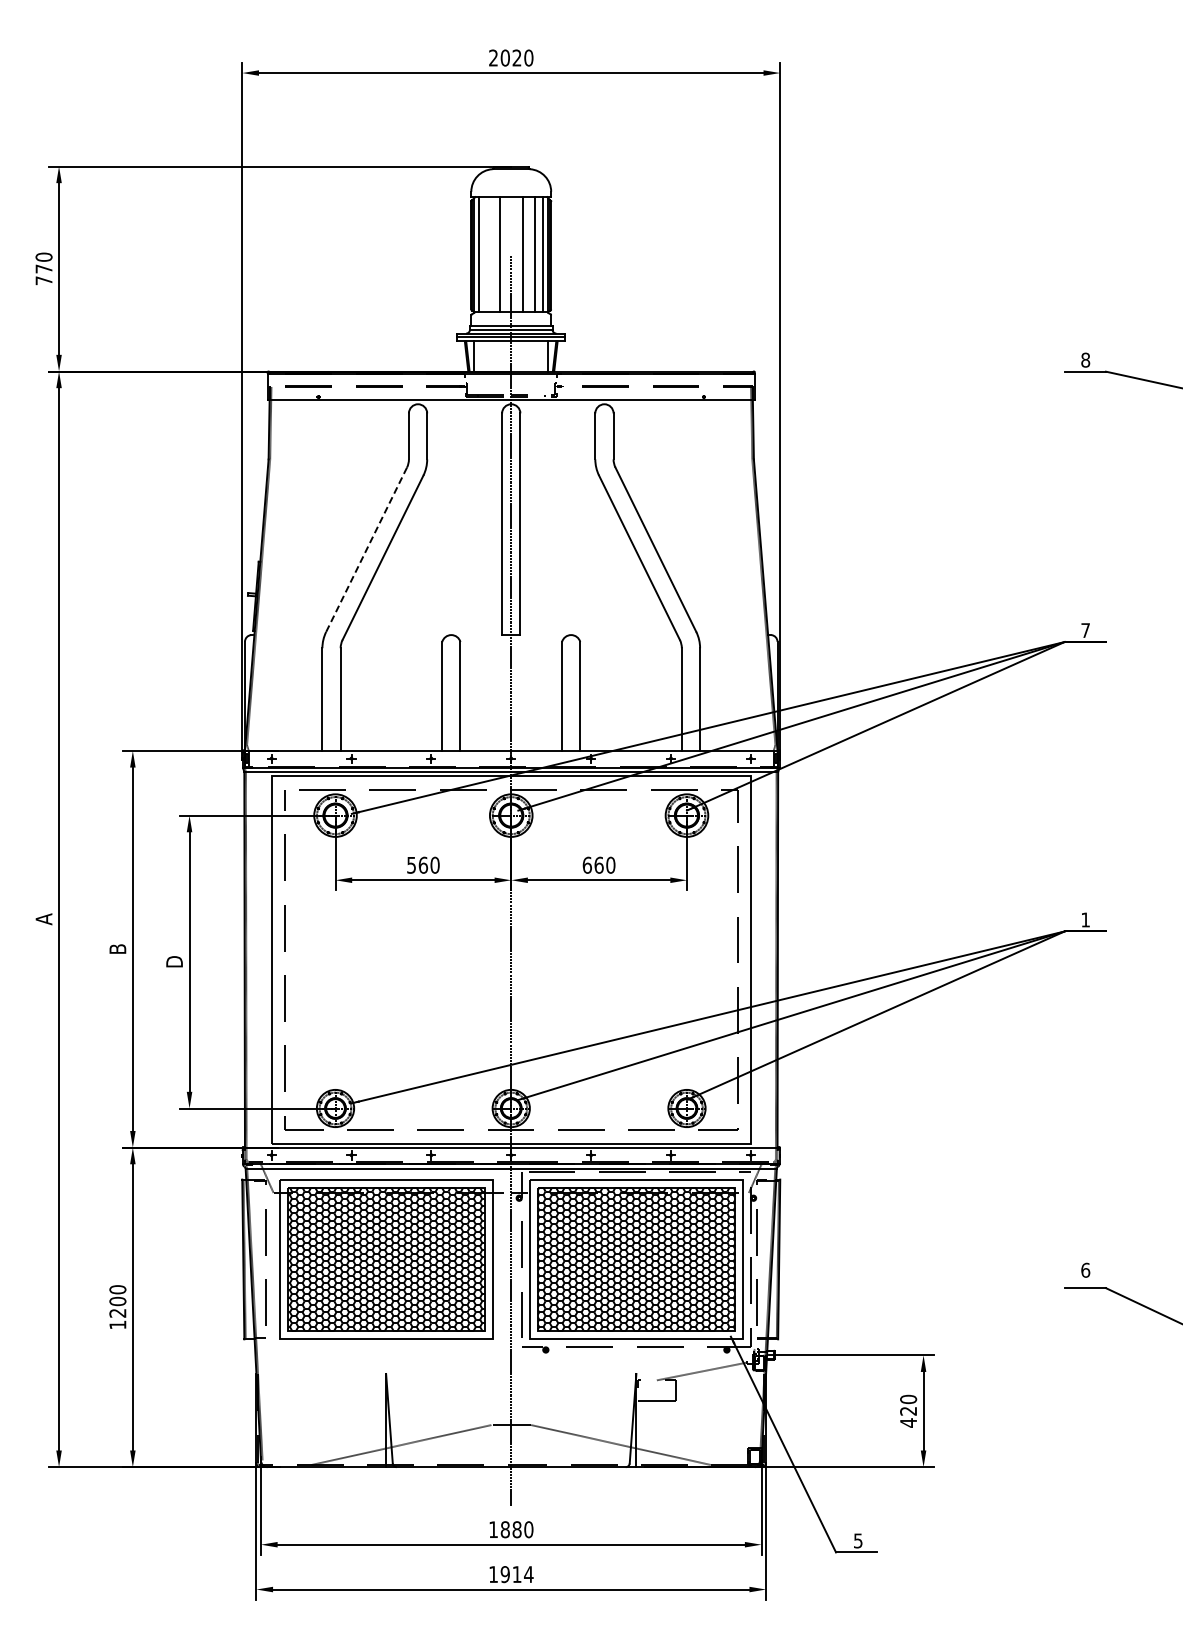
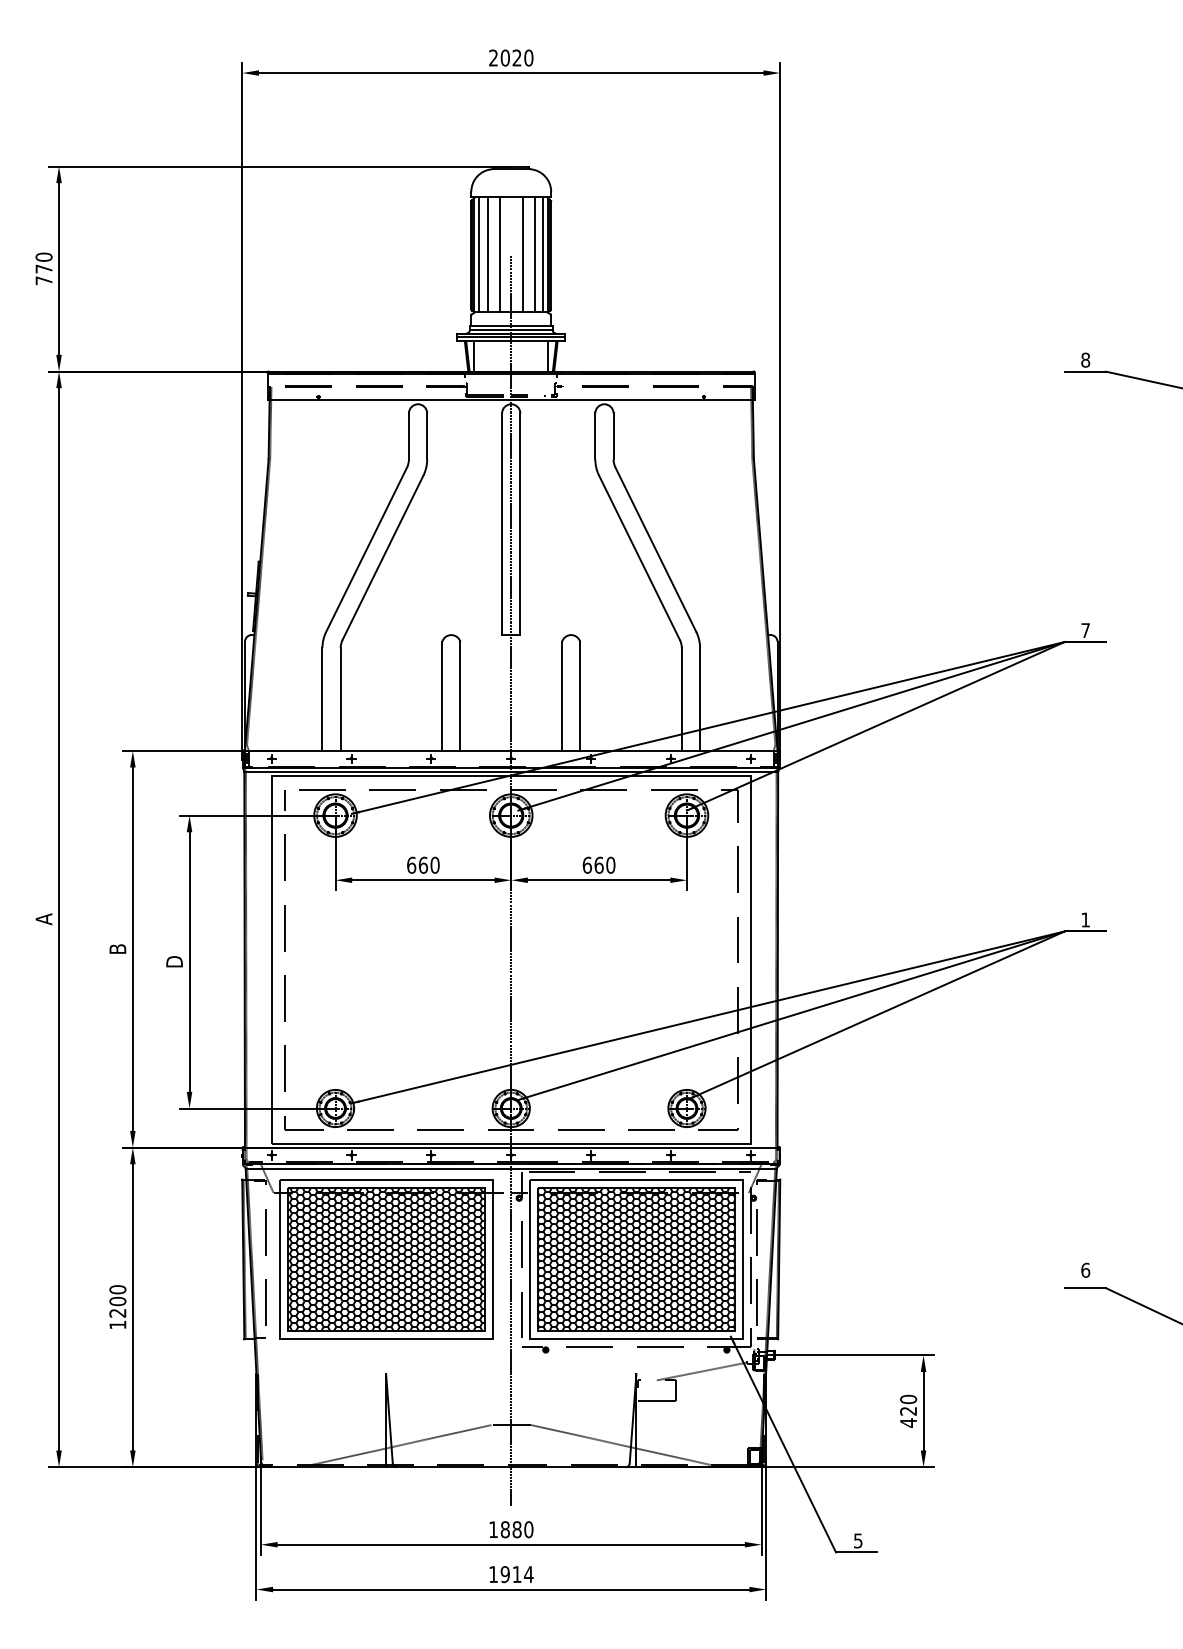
line at (487, 254): none -> present
line at (366, 549): dashed -> solid
text at (411, 864): 560 -> 660
